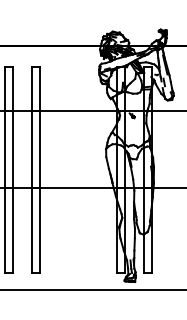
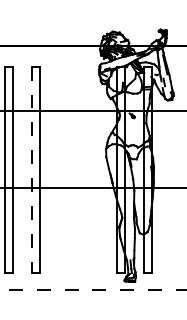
line at (31, 169): solid -> dashed
line at (93, 290): solid -> dashed
